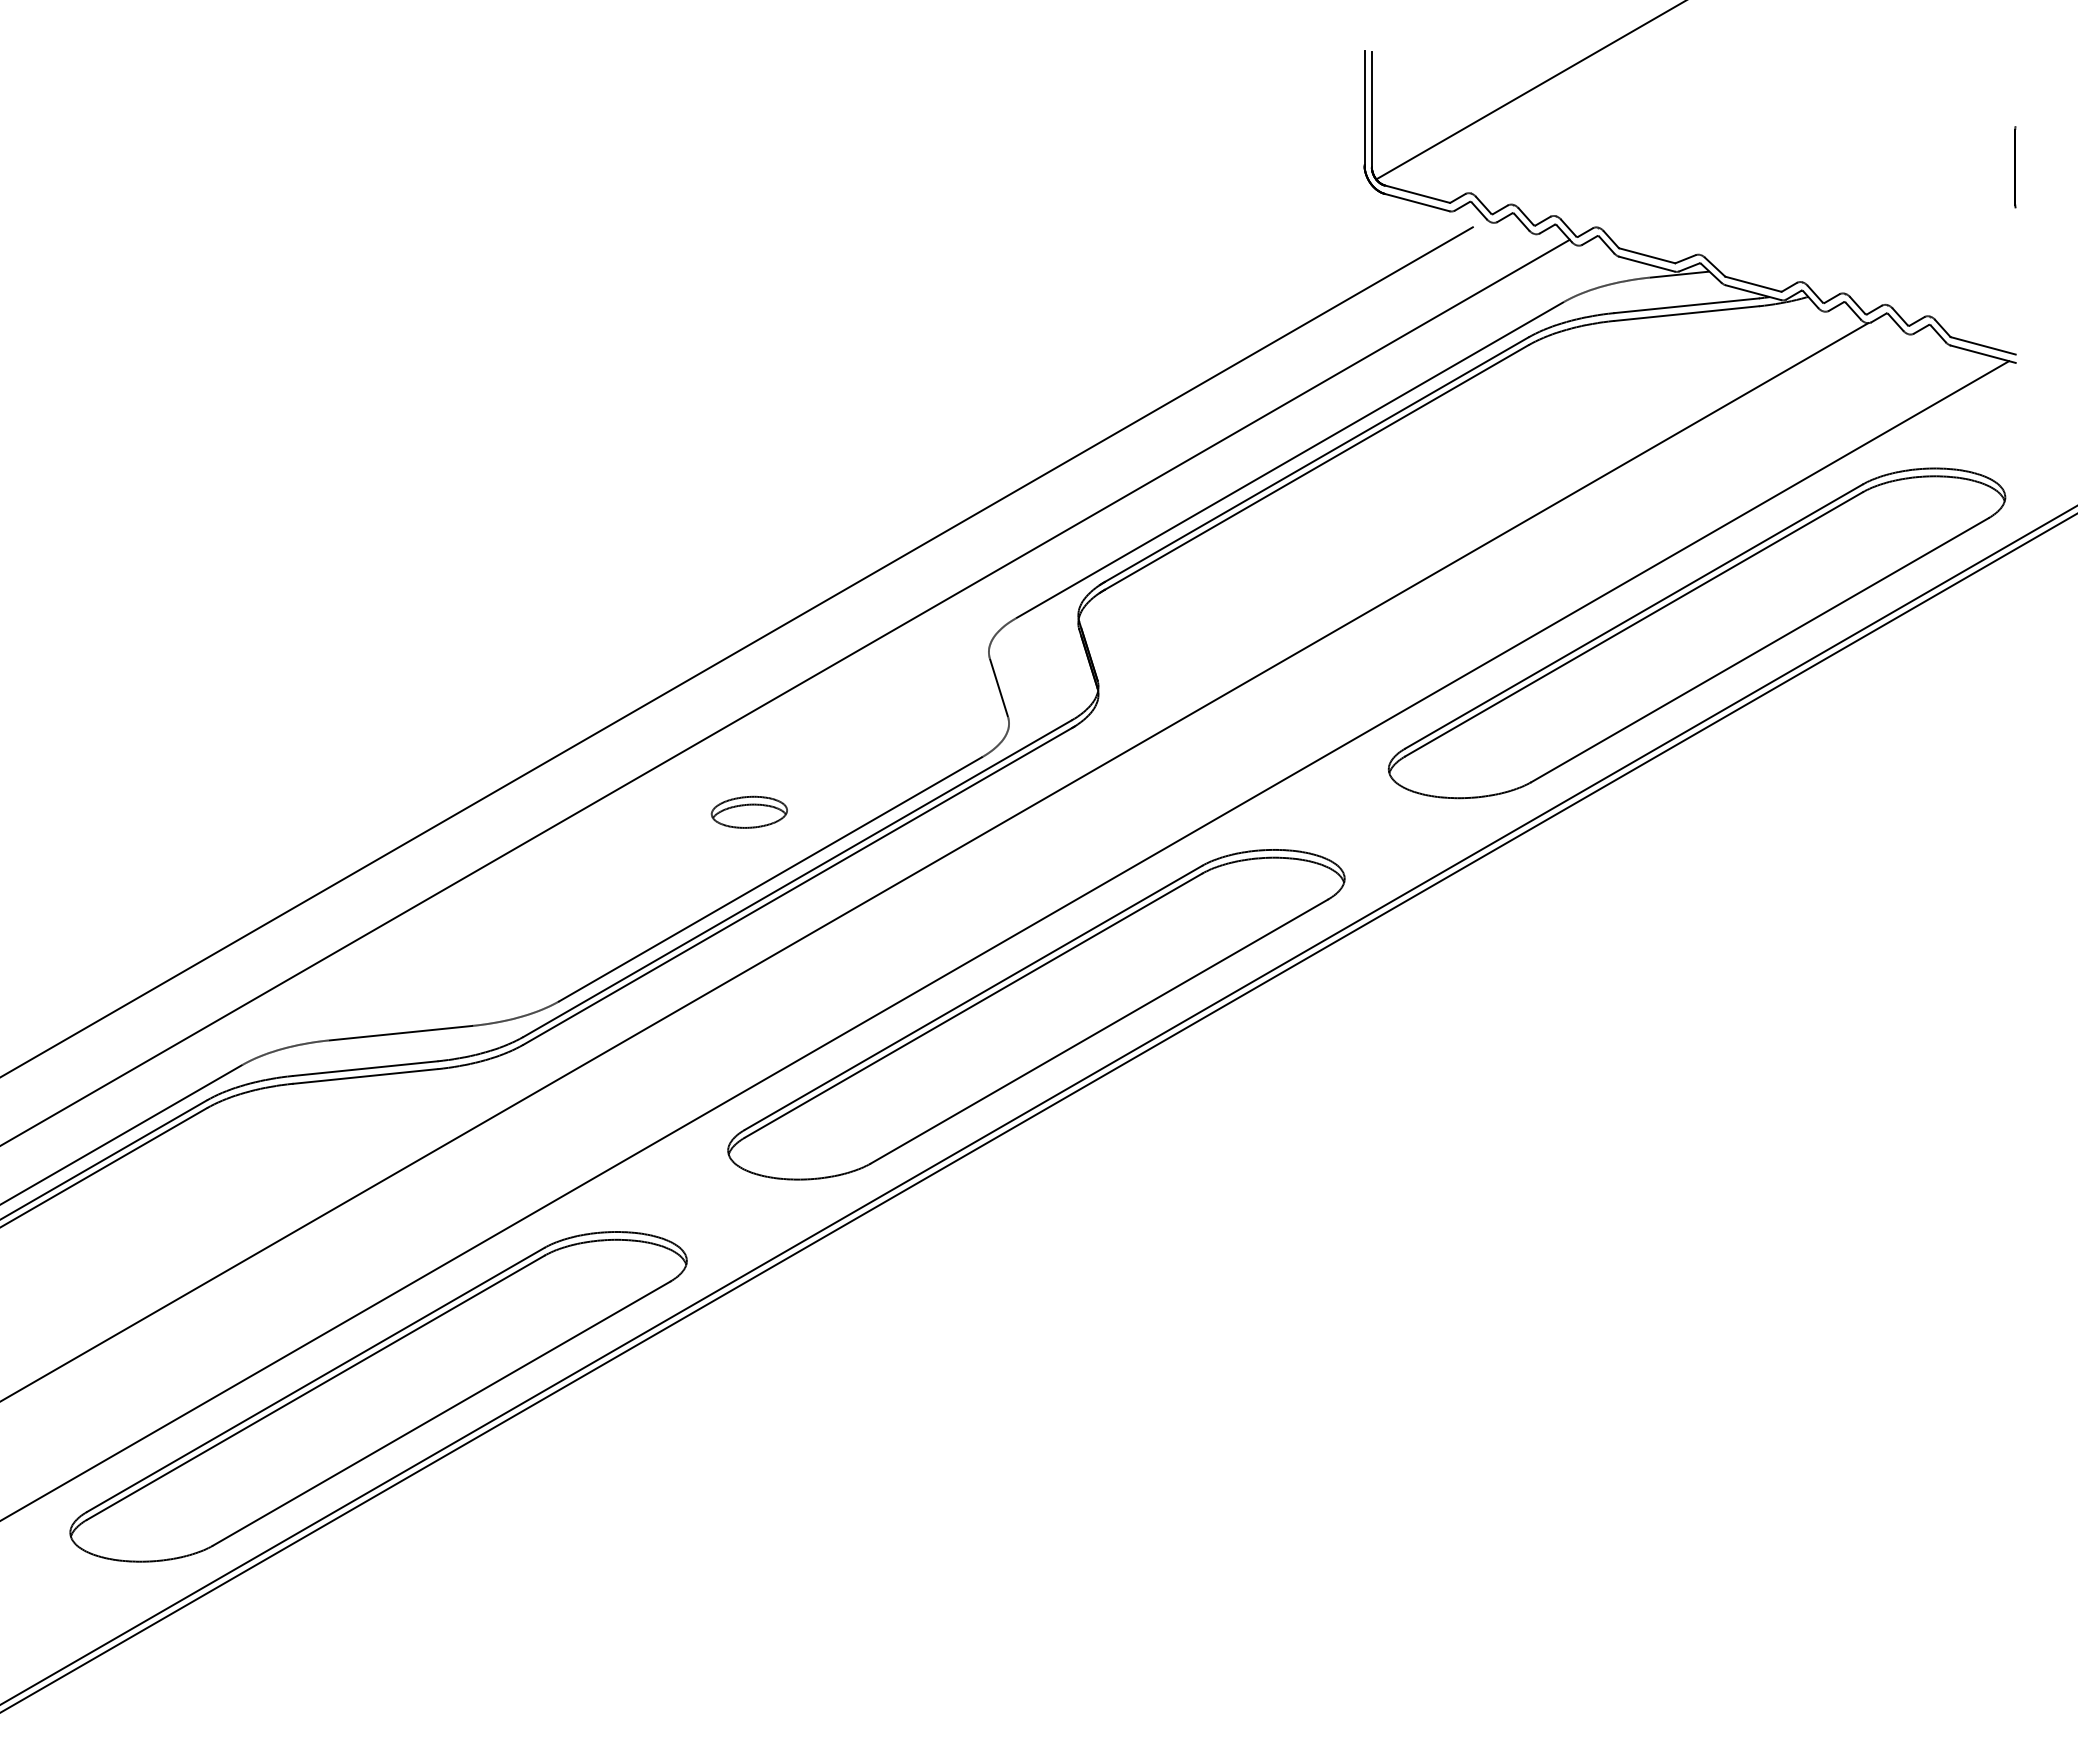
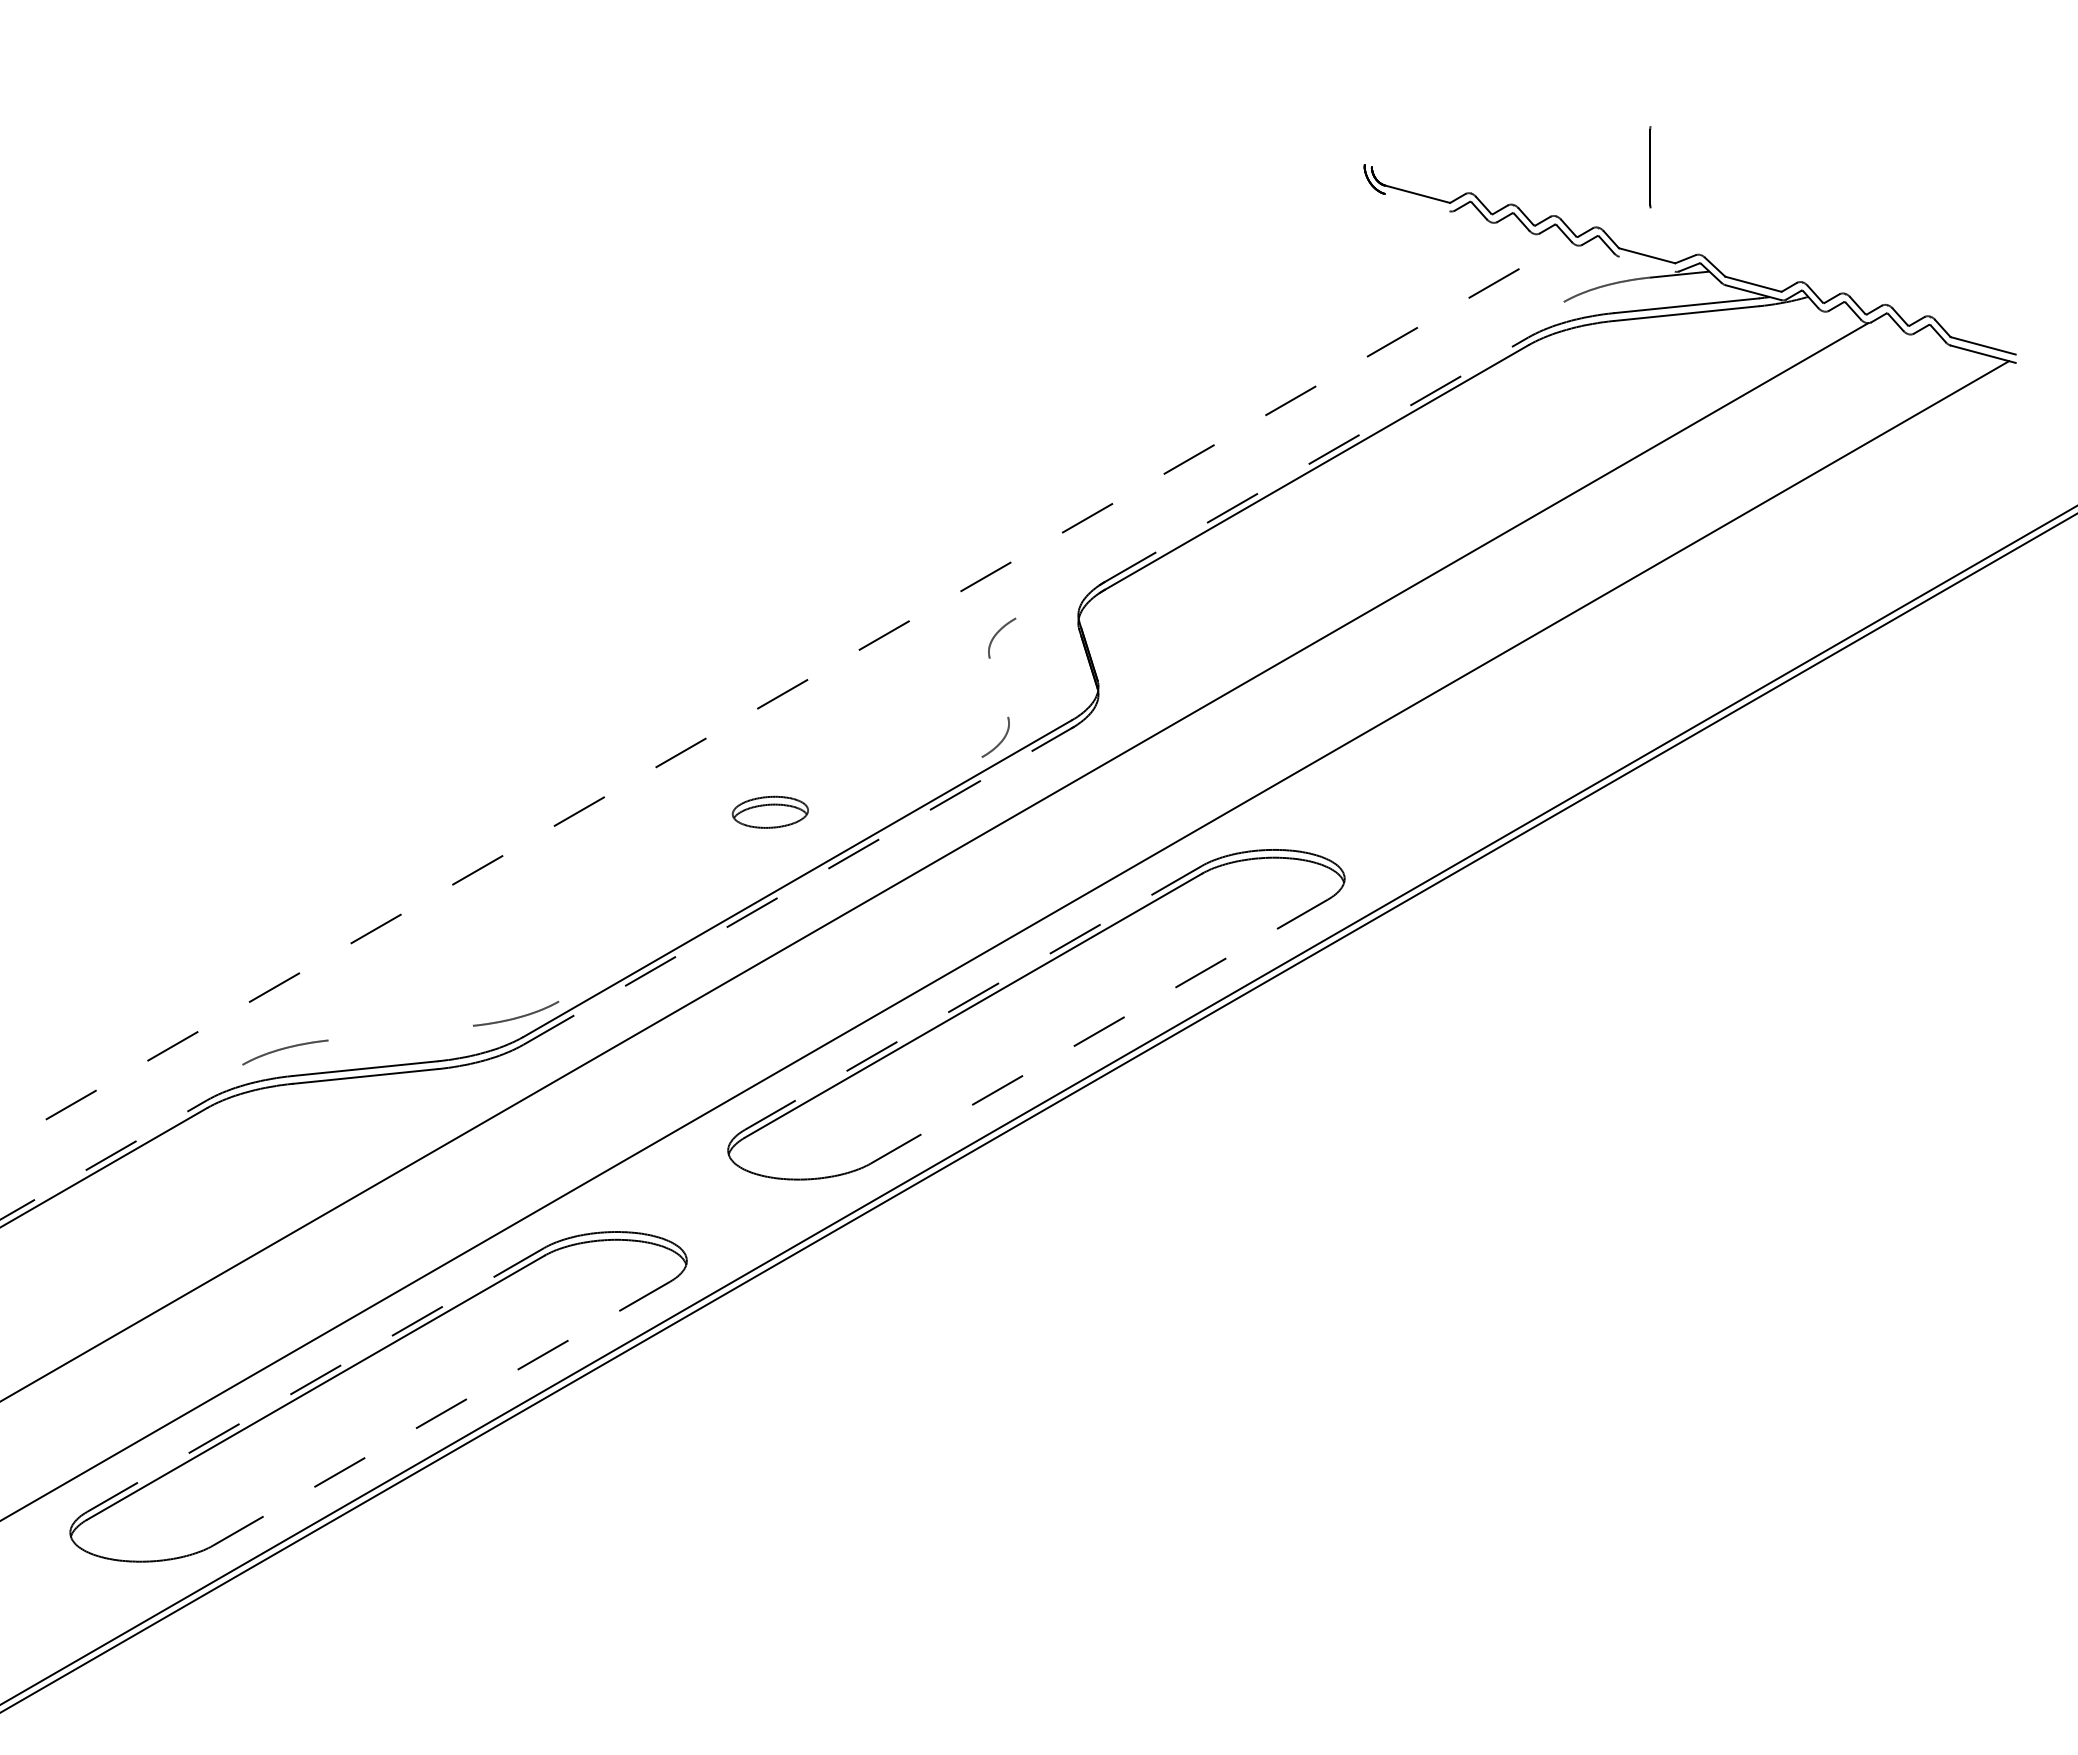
line at (1529, 90): present -> none
line at (1364, 107): present -> none
line at (1371, 109): present -> none
line at (2015, 167) position: (2015, 167) -> (1650, 167)
line at (1416, 202): present -> none
line at (1646, 263): present -> none
line at (1317, 459): solid -> dashed
line at (1289, 460): present -> none
part at (1696, 633): present -> none
line at (737, 651): present -> none
line at (998, 687): present -> none
line at (785, 692): solid -> dashed
part at (748, 811) position: (748, 811) -> (769, 811)
line at (769, 879): present -> none
line at (799, 885): solid -> dashed
line at (973, 997): solid -> dashed
line at (1099, 1031): solid -> dashed
line at (400, 1032): present -> none
line at (122, 1133): present -> none
line at (104, 1159): solid -> dashed
line at (315, 1379): solid -> dashed
line at (441, 1413): solid -> dashed
